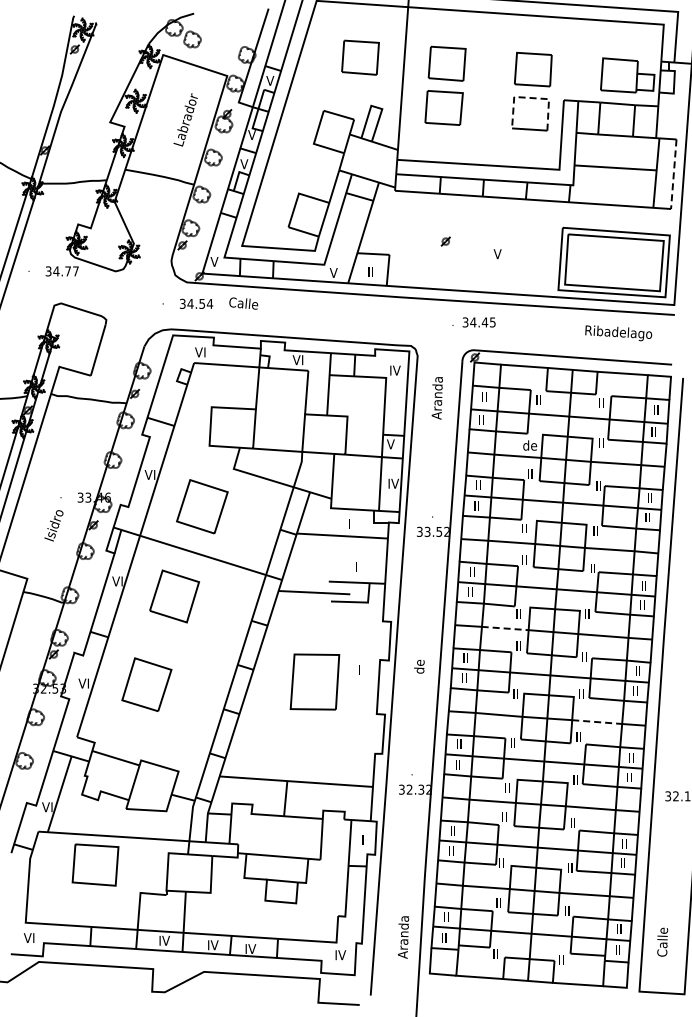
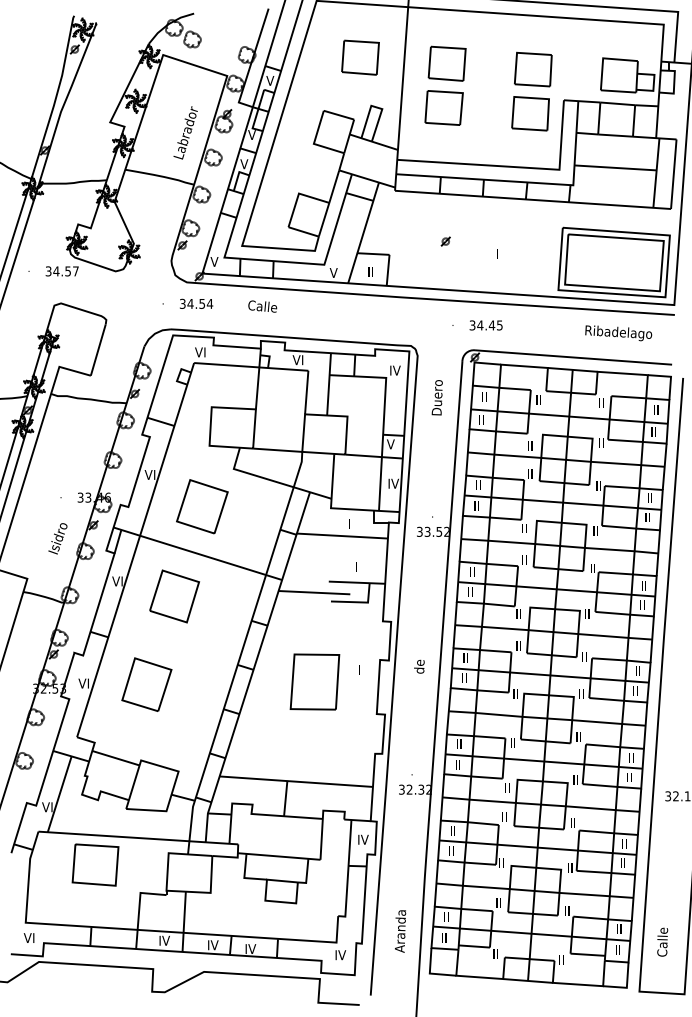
line at (531, 98): dashed -> solid
text at (185, 119) position: (185, 119) -> (185, 132)
line at (673, 174): dashed -> solid
text at (497, 254): V -> I
text at (67, 271): 34.77 -> 34.57
text at (243, 303) position: (243, 303) -> (262, 306)
text at (478, 322) position: (478, 322) -> (485, 325)
text at (436, 398): Aranda -> Duero
text at (530, 445): de -> II
text at (53, 525) position: (53, 525) -> (57, 538)
line at (505, 628): dashed -> solid
line at (597, 722): dashed -> solid
text at (363, 839): I -> IV
text at (403, 937) position: (403, 937) -> (400, 931)
